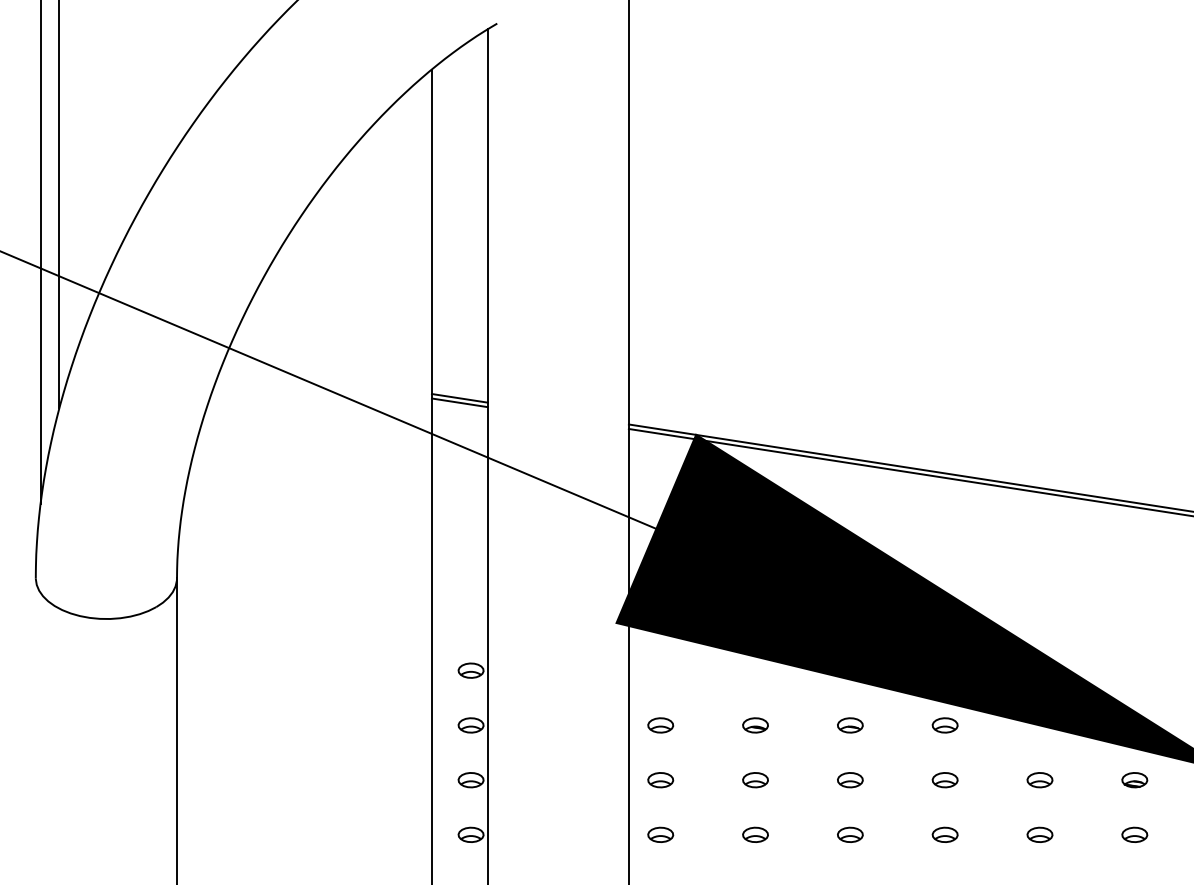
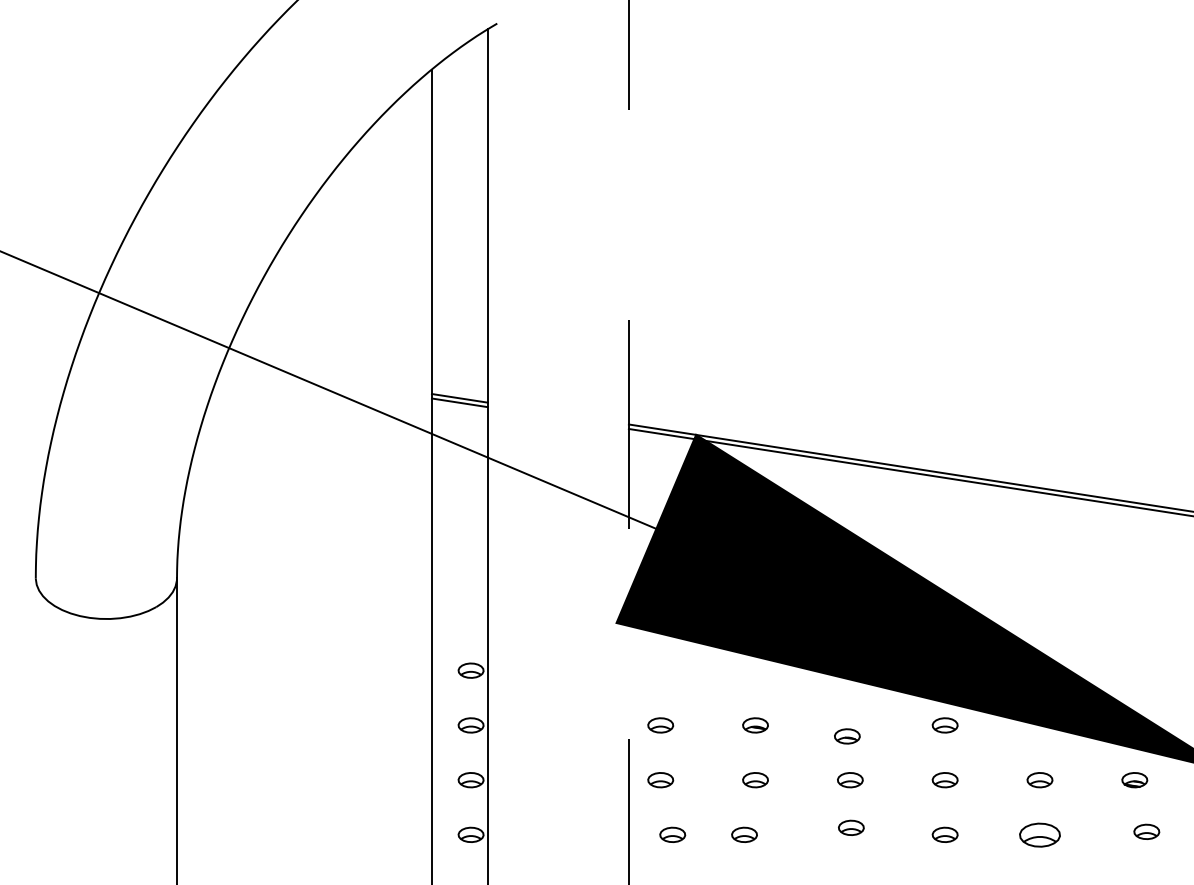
line at (59, 205): present -> none
line at (40, 252): present -> none
line at (628, 442): solid -> dashed
part at (850, 725) position: (850, 725) -> (847, 736)
part at (660, 834) position: (660, 834) -> (672, 834)
part at (755, 834) position: (755, 834) -> (744, 834)
part at (850, 834) position: (850, 834) -> (851, 827)
part at (1039, 834) size: 28x17 px -> 42x26 px
part at (1134, 834) position: (1134, 834) -> (1146, 831)
